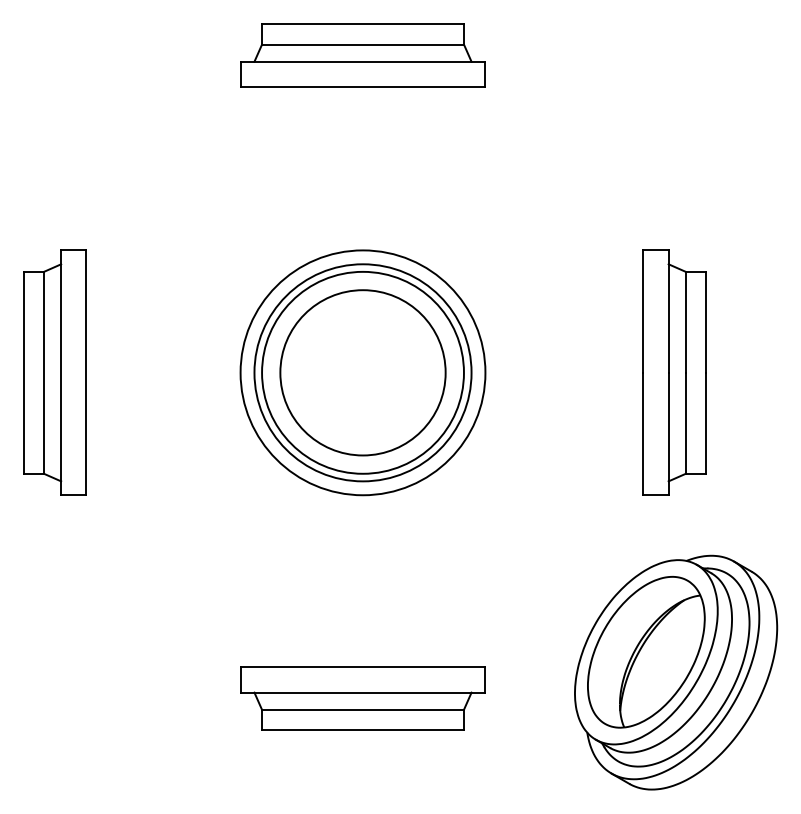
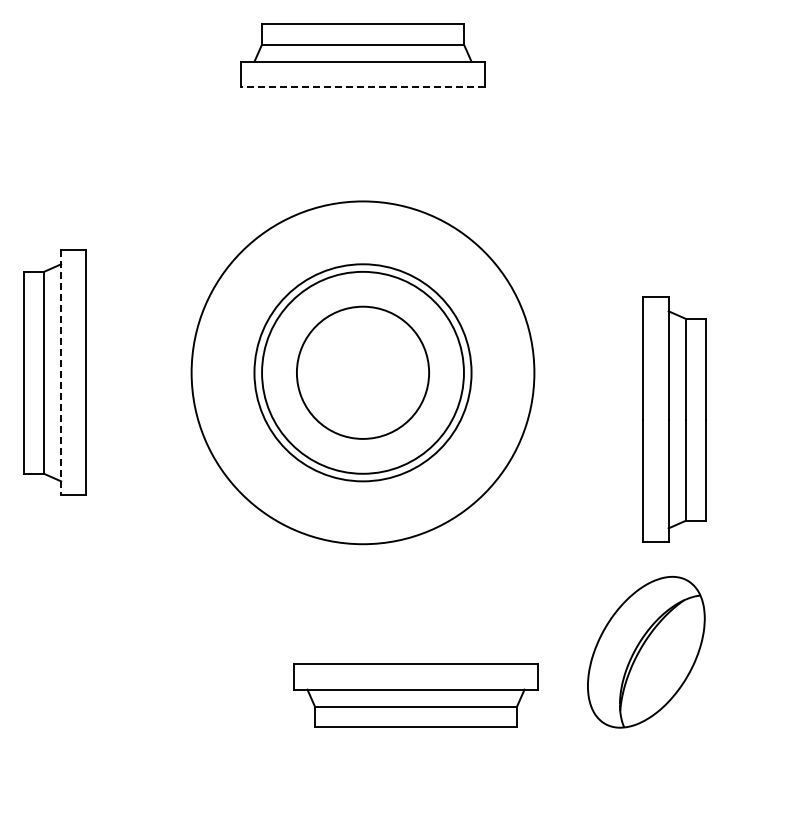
line at (362, 86): solid -> dashed
circle at (362, 372) diameter: 165 px -> 132 px
circle at (362, 372) diameter: 245 px -> 343 px
part at (674, 372) position: (674, 372) -> (674, 419)
line at (61, 373): solid -> dashed
part at (676, 672): present -> none
part at (362, 698) position: (362, 698) -> (415, 695)
